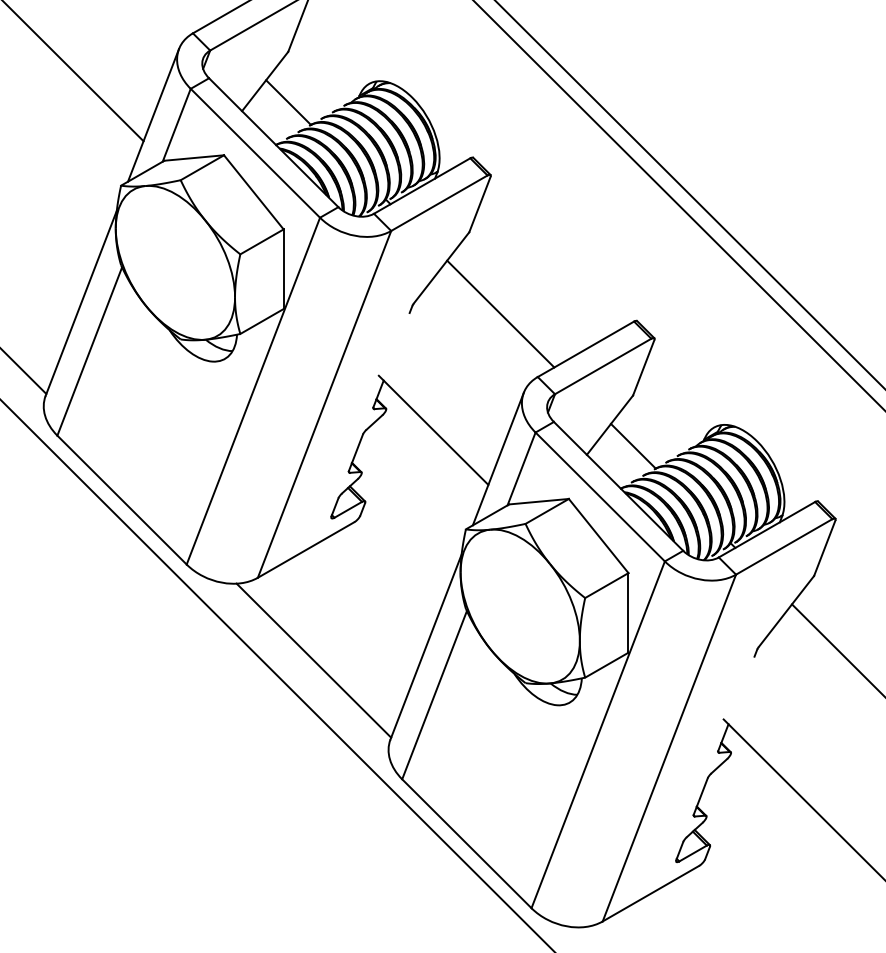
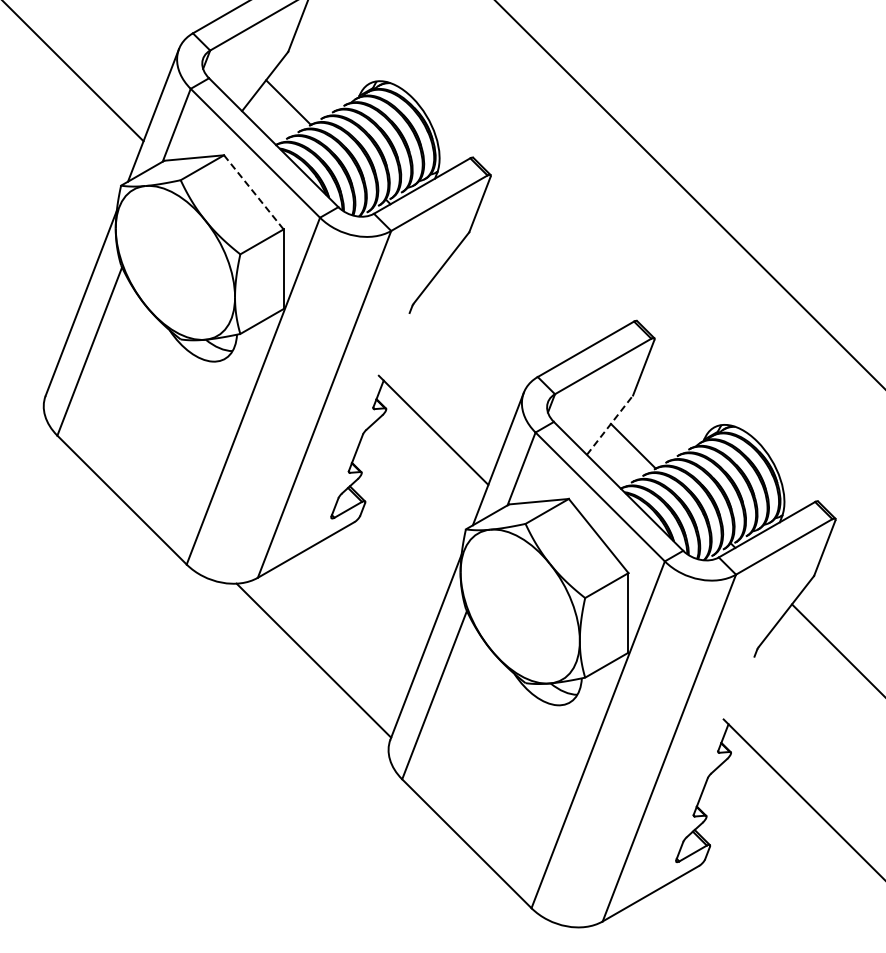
line at (253, 192): solid -> dashed
line at (678, 205): present -> none
line at (500, 313): present -> none
line at (24, 372): present -> none
line at (610, 425): solid -> dashed
line at (277, 675): present -> none
